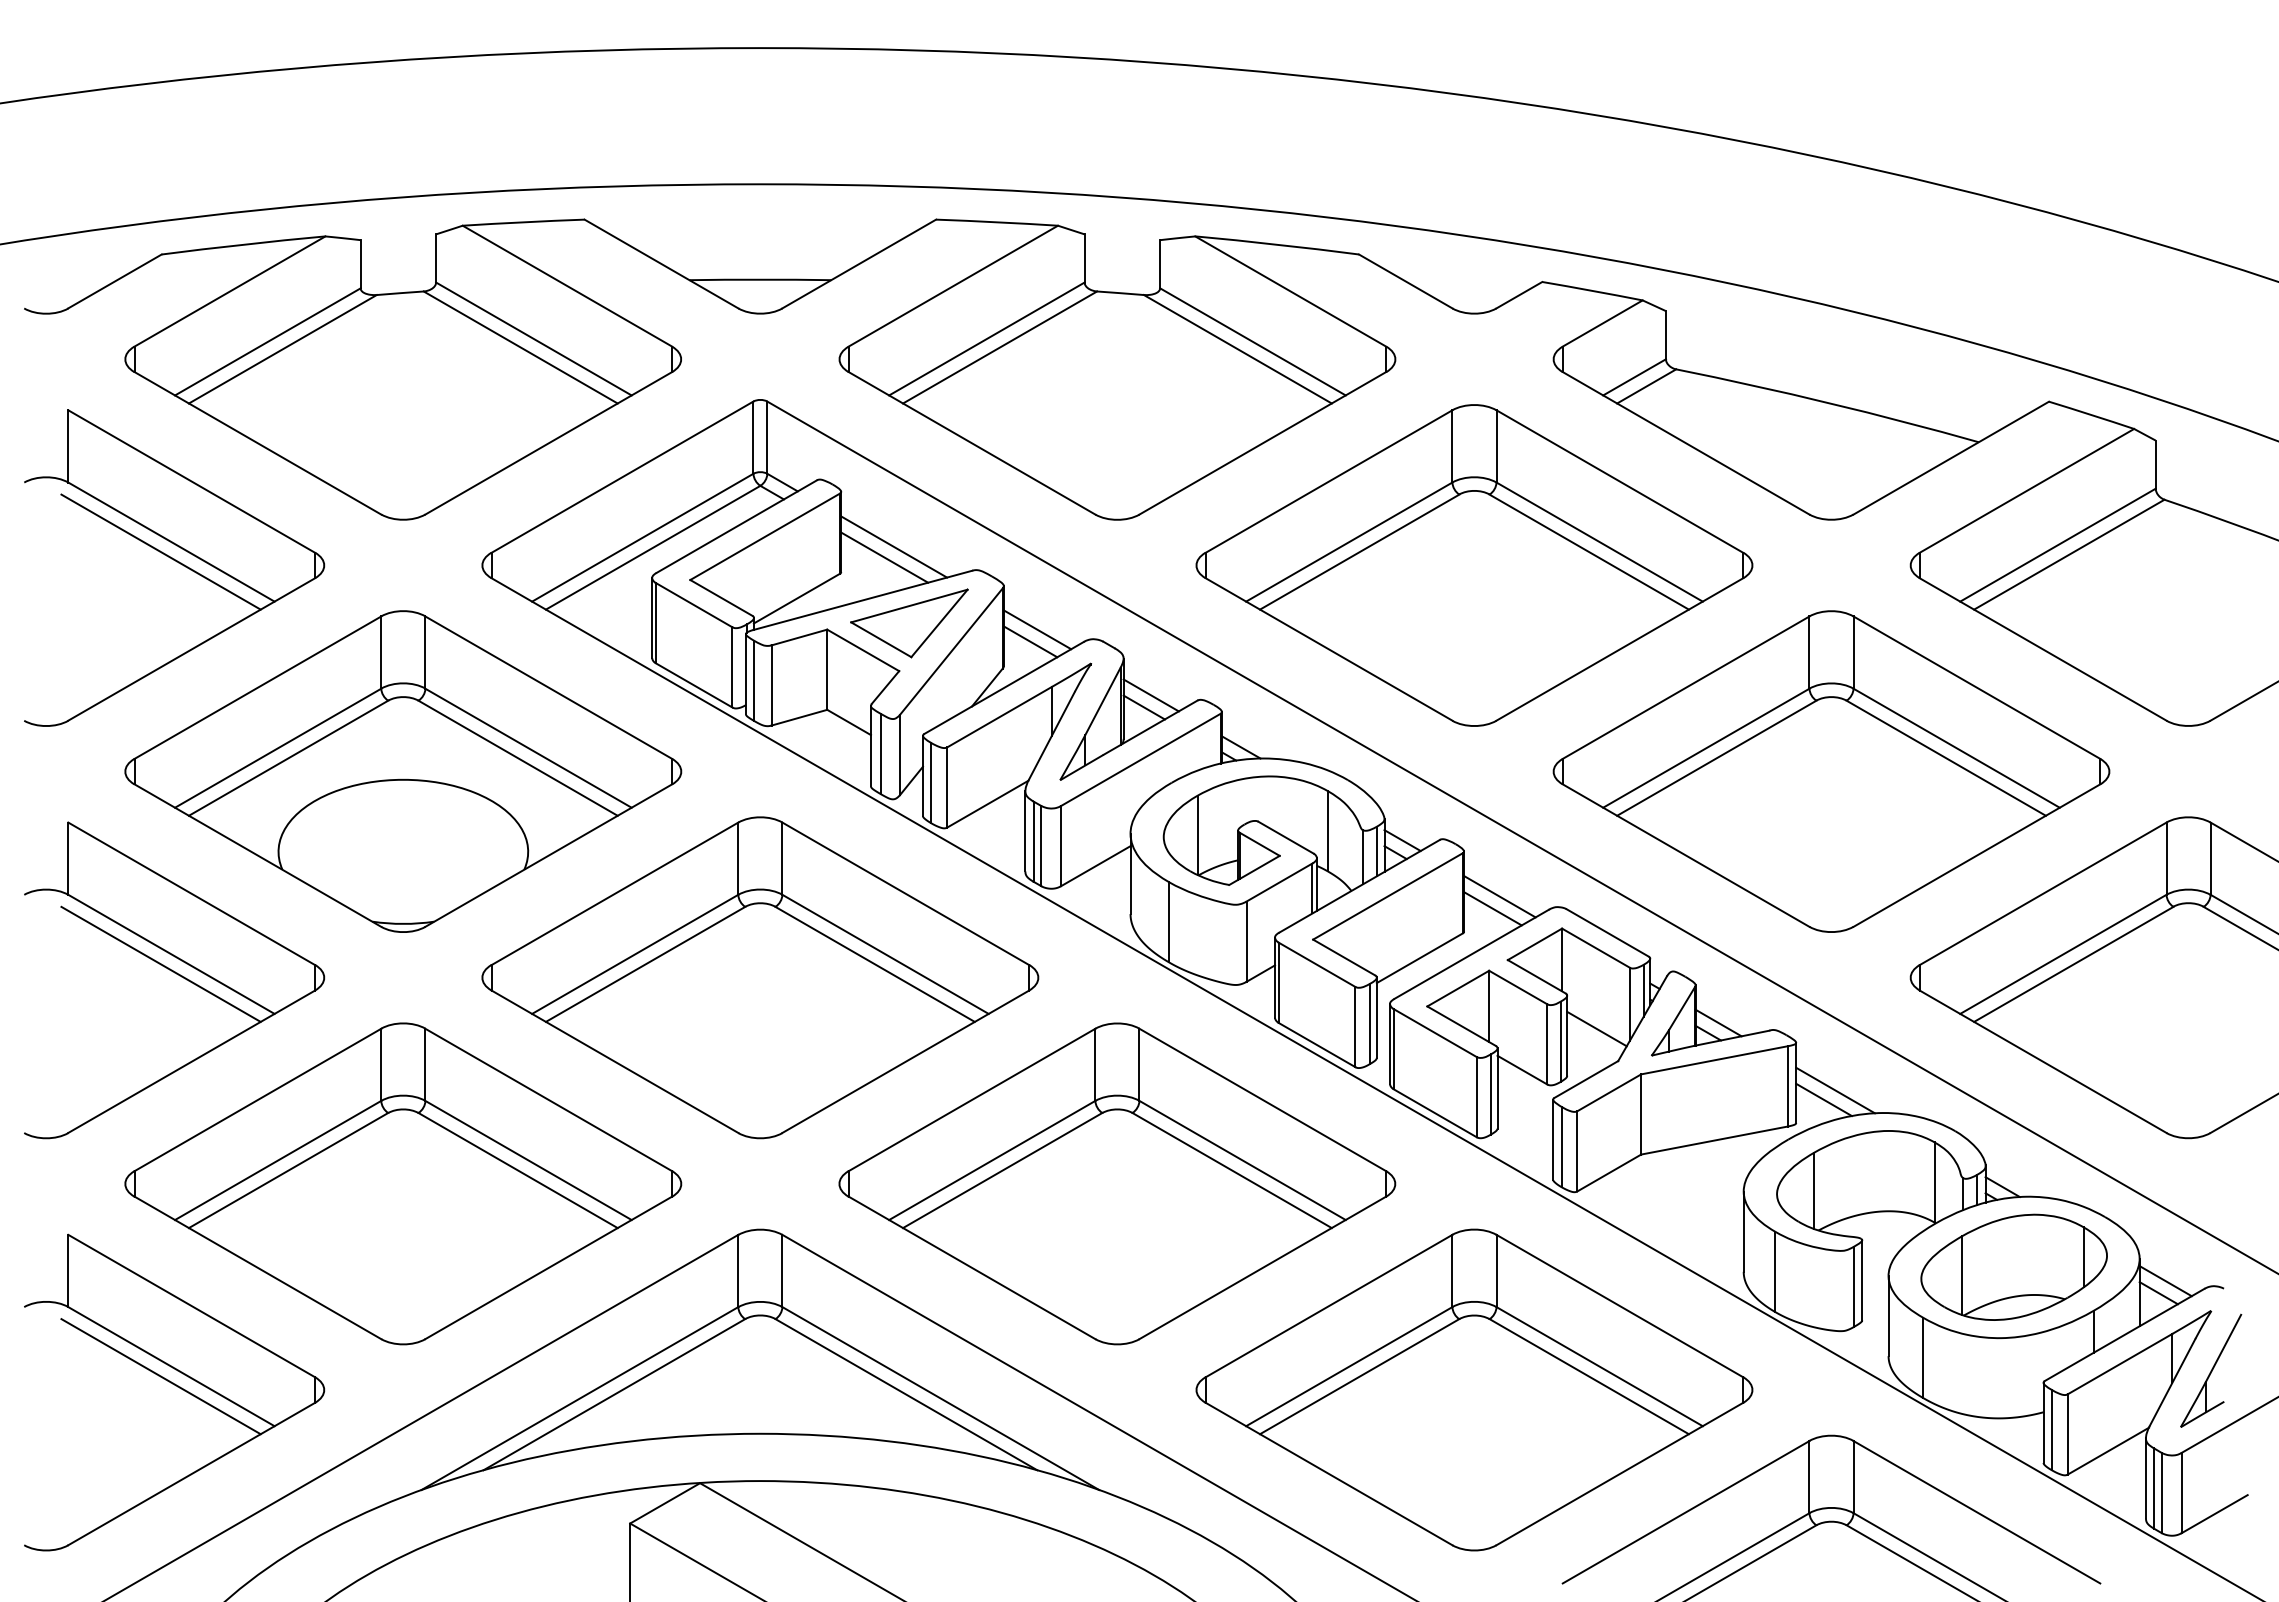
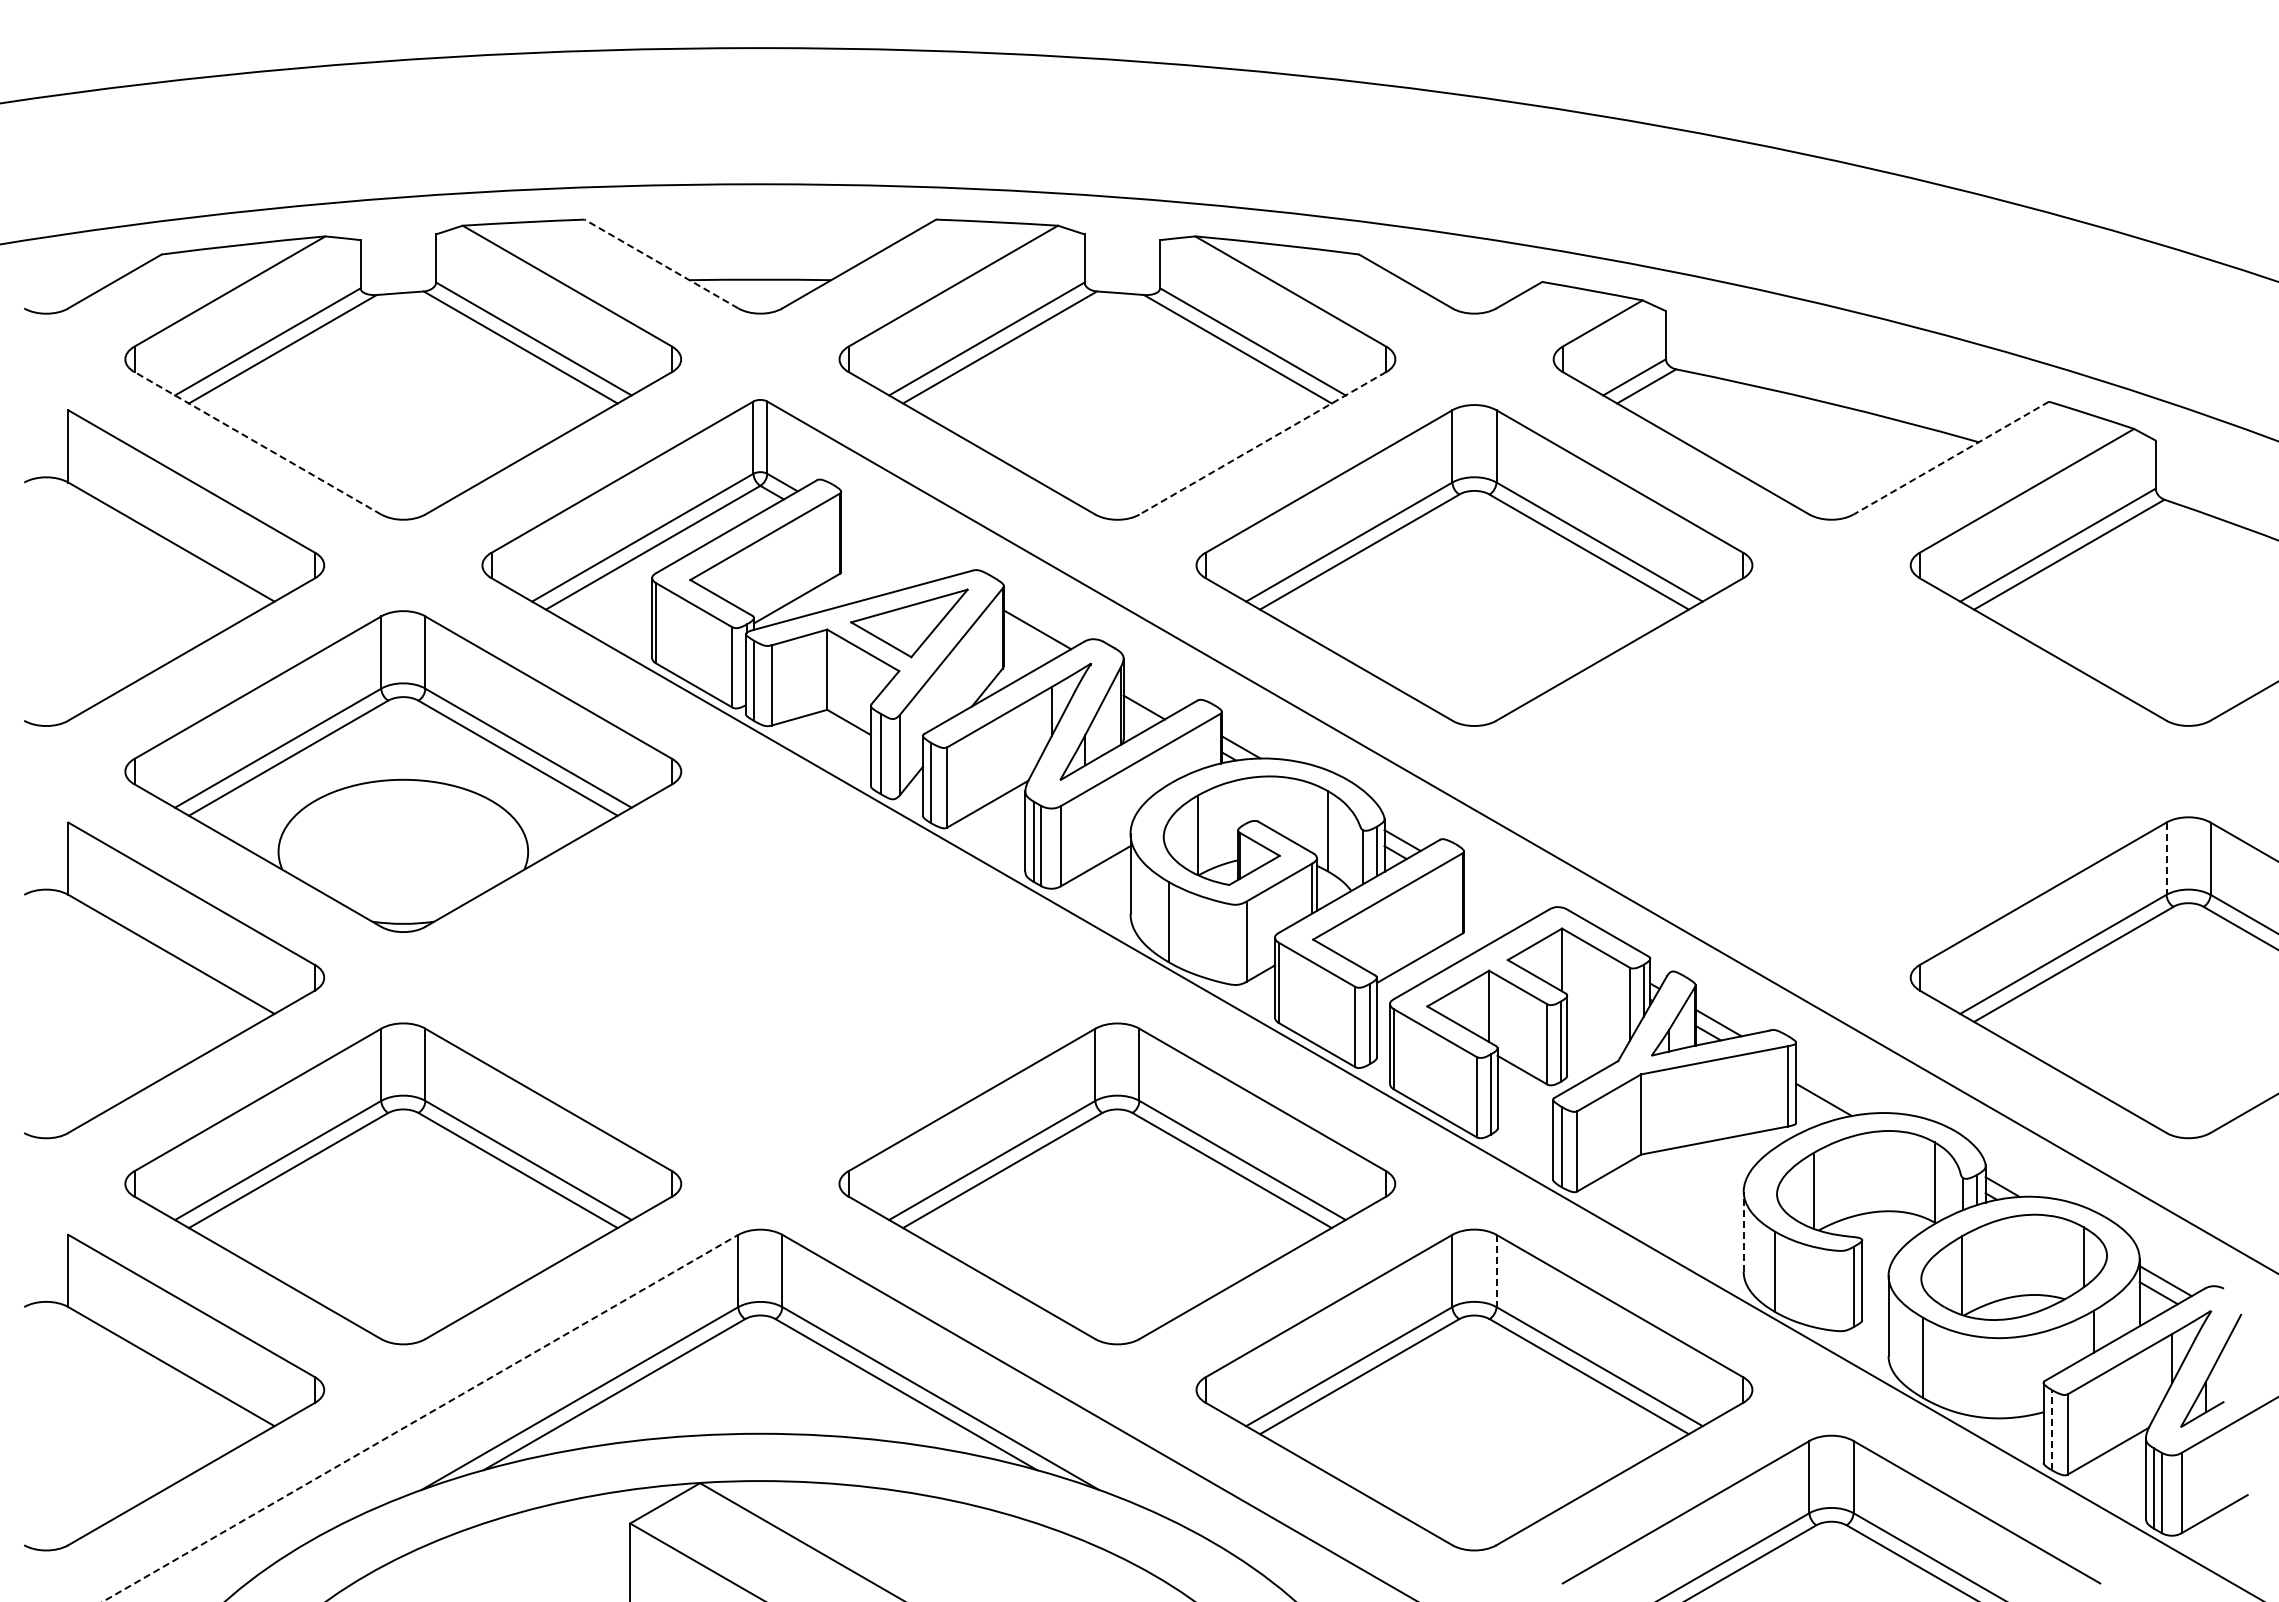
line at (661, 264): solid -> dashed
line at (257, 443): solid -> dashed
line at (1262, 443): solid -> dashed
line at (1951, 458): solid -> dashed
line at (894, 546): present -> none
line at (160, 551): present -> none
line at (884, 557): present -> none
line at (1030, 641): present -> none
line at (1150, 695): present -> none
part at (1831, 771): present -> none
line at (2166, 859): solid -> dashed
line at (1499, 896): present -> none
line at (1492, 908): present -> none
line at (160, 963): present -> none
part at (760, 977): present -> none
line at (1596, 1028): present -> none
line at (1835, 1090): present -> none
line at (1743, 1231): solid -> dashed
line at (1496, 1271): solid -> dashed
line at (160, 1376): present -> none
line at (420, 1418): solid -> dashed
line at (2052, 1429): solid -> dashed
